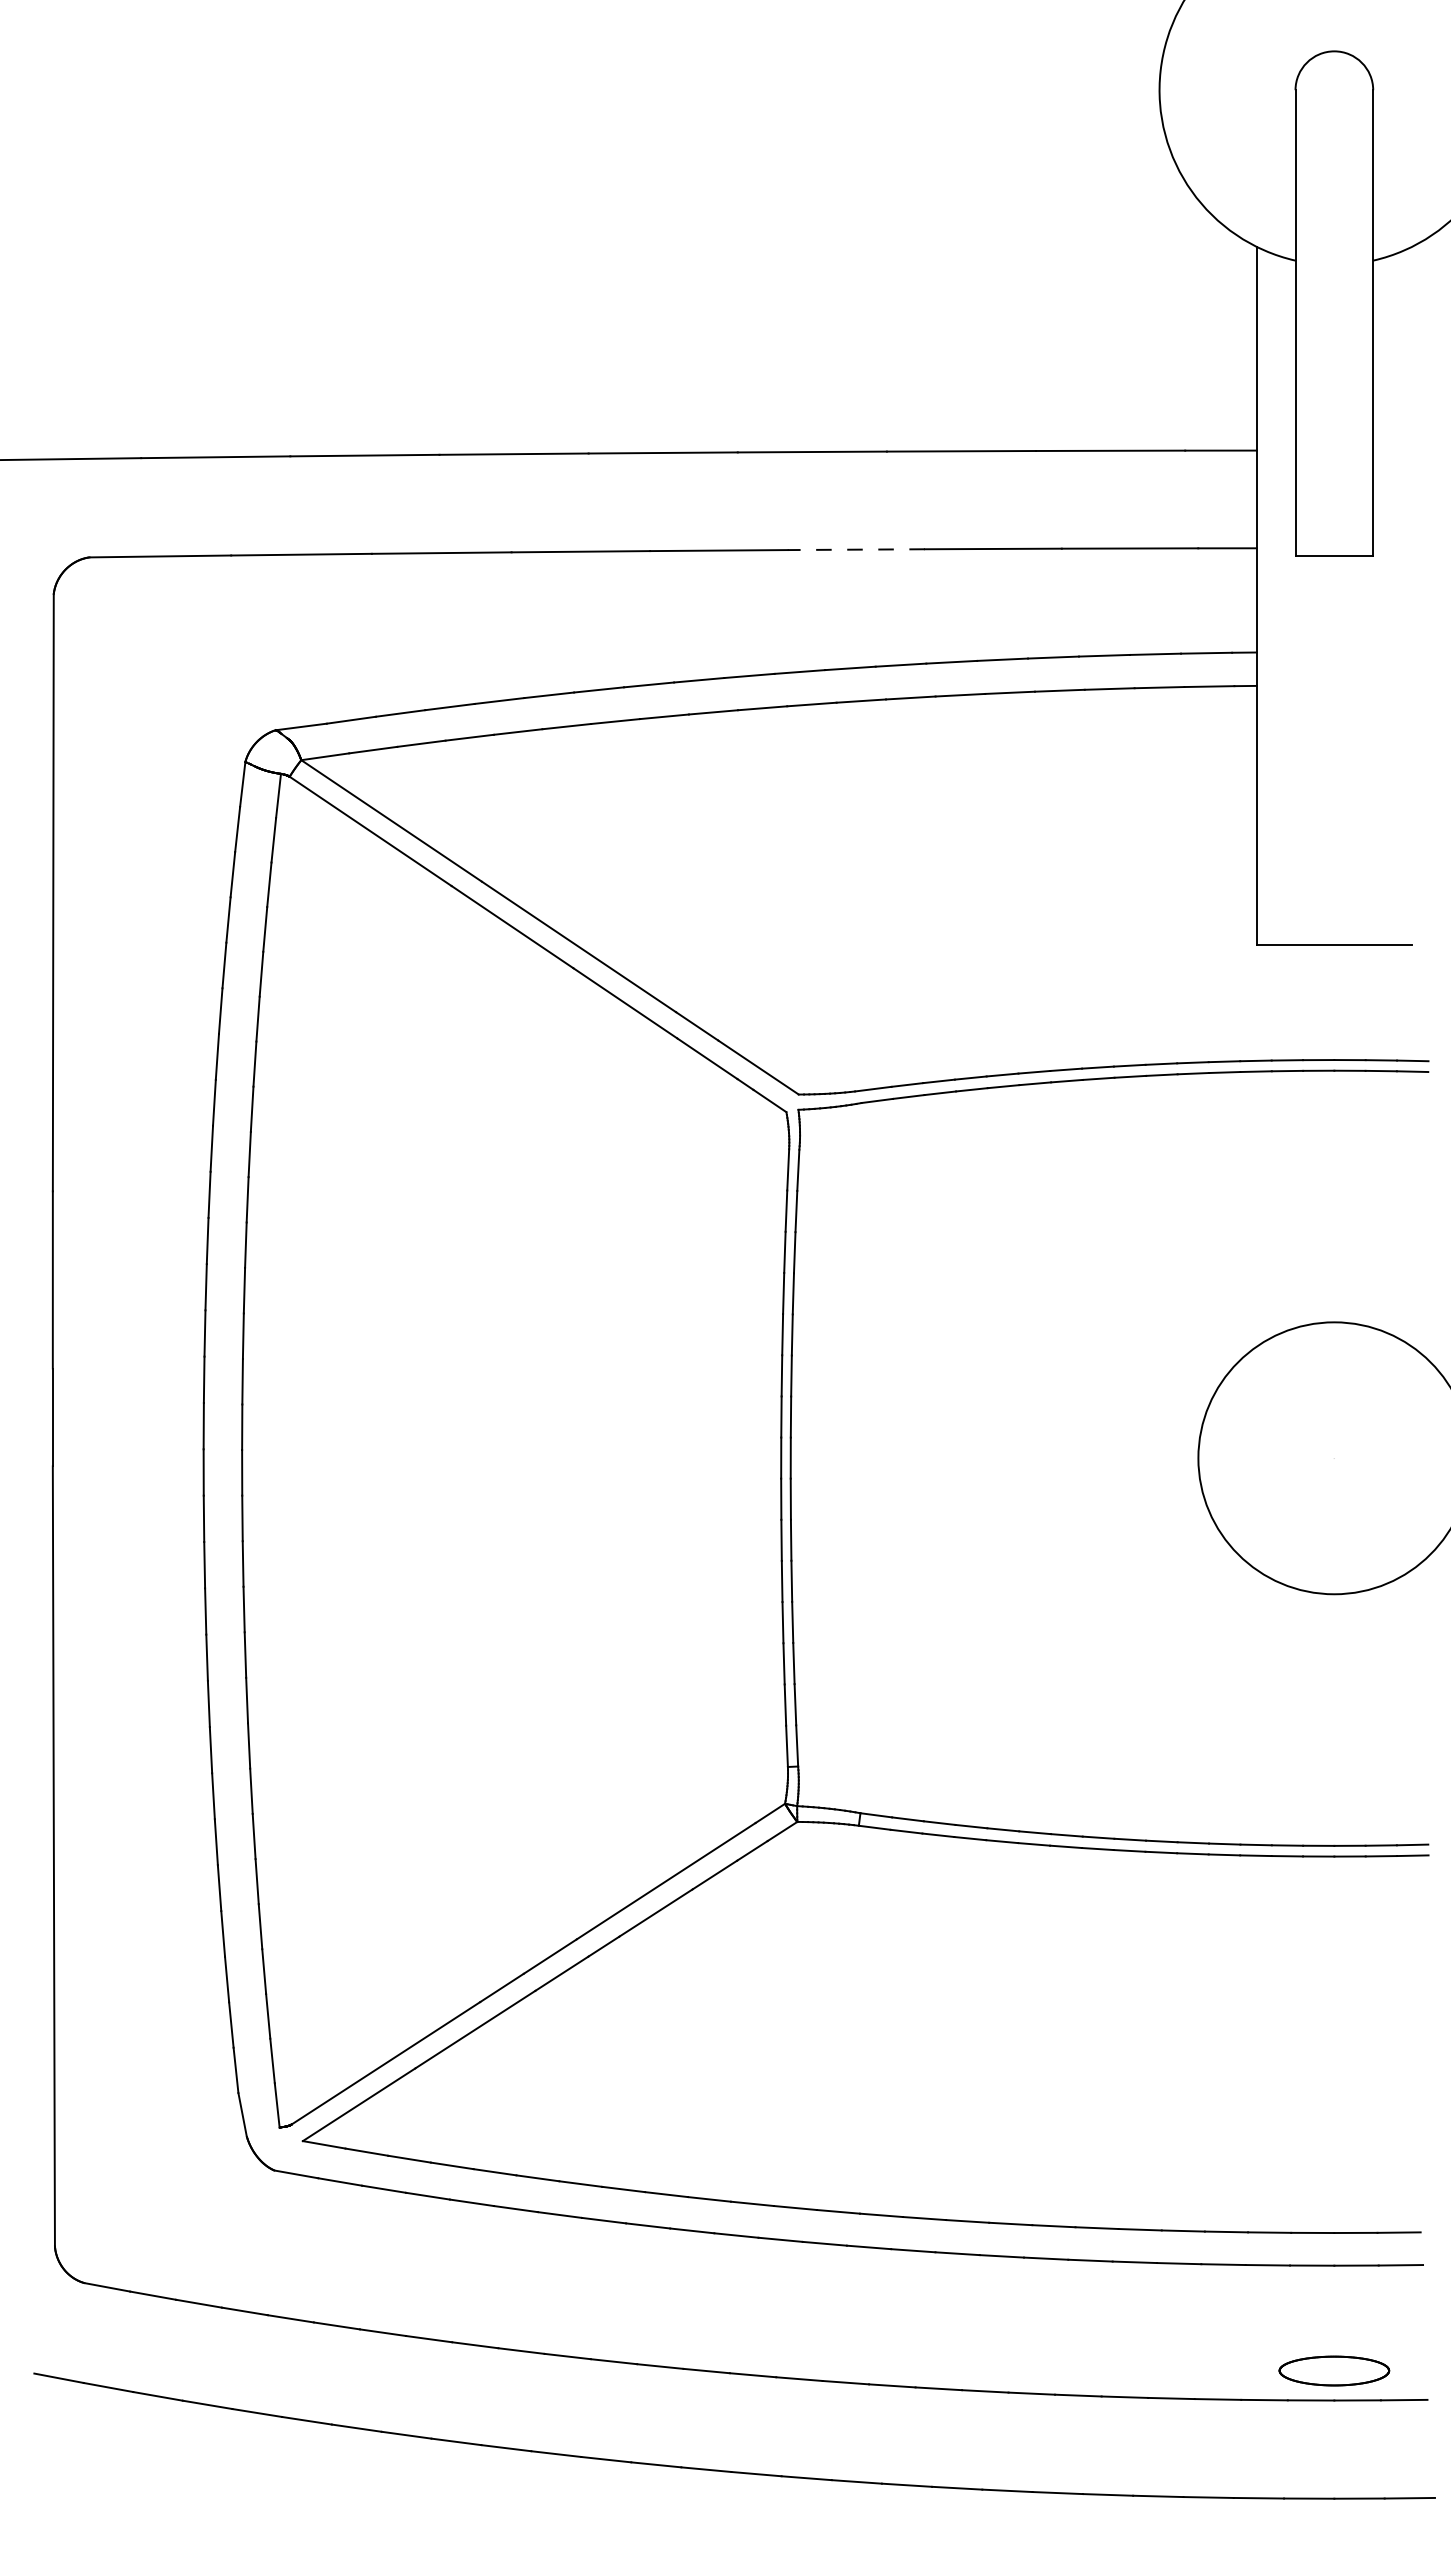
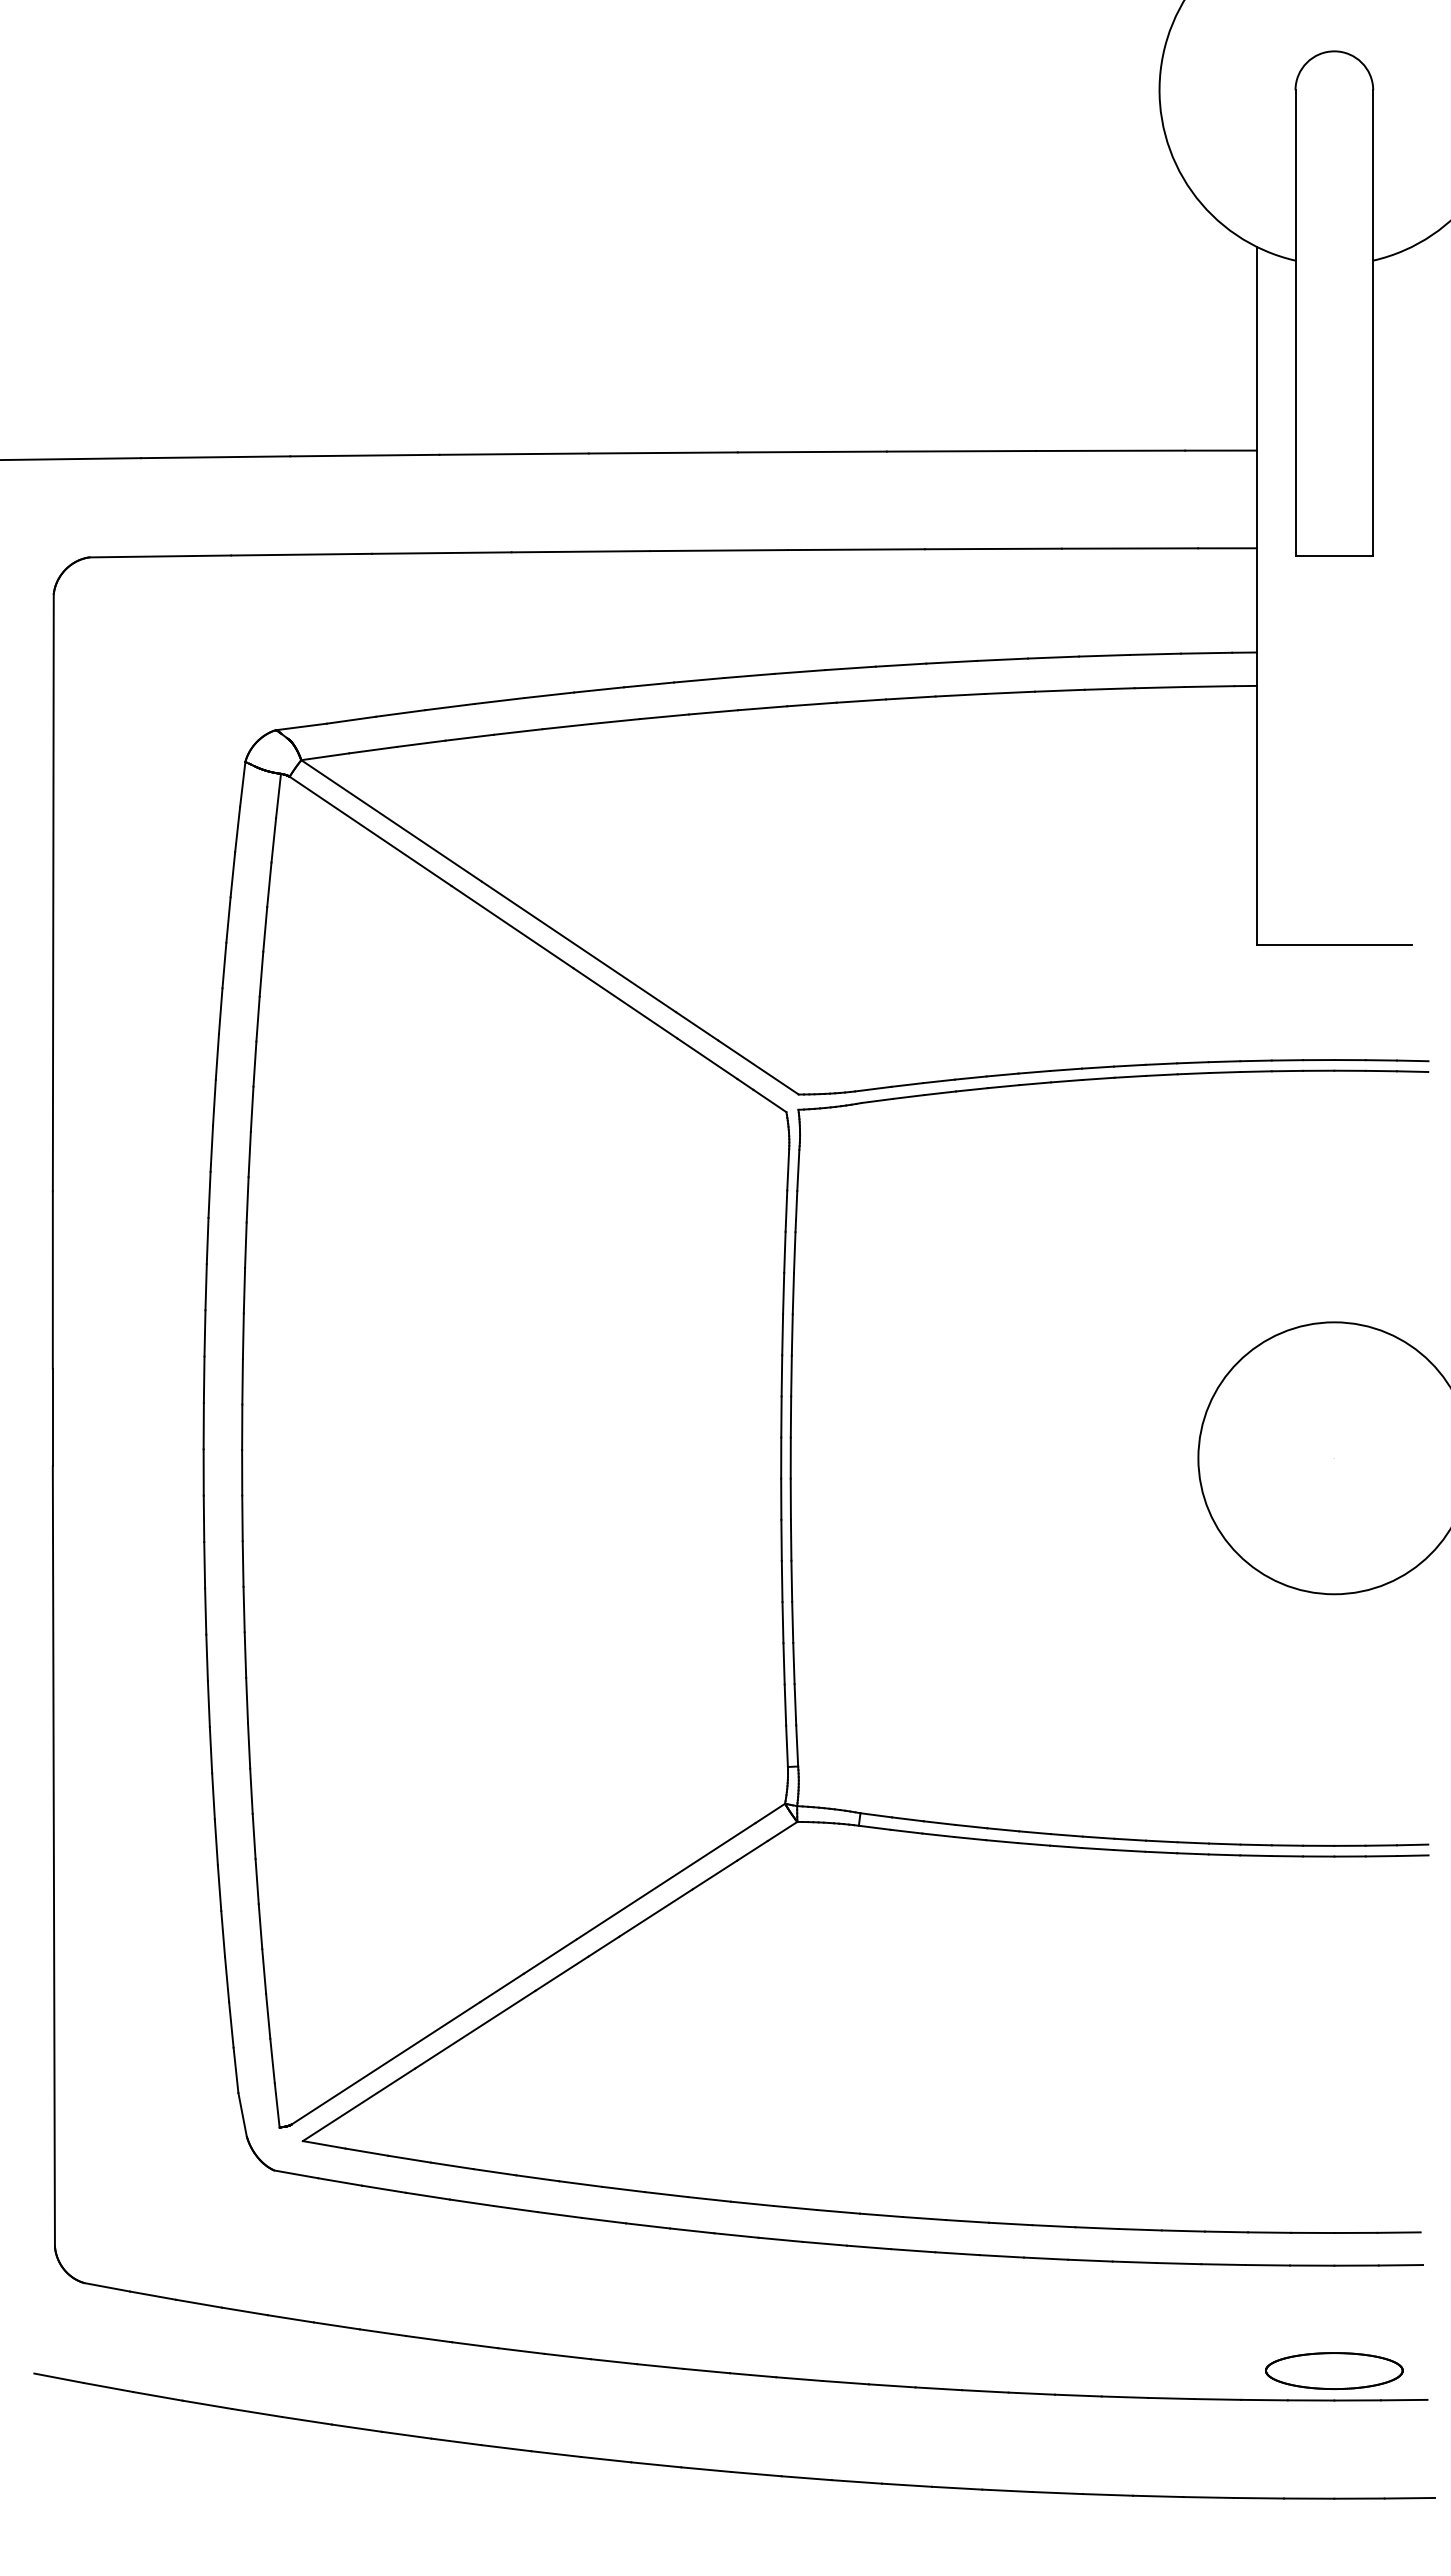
line at (856, 549): dashed -> solid
part at (1334, 2370) size: 113x32 px -> 139x38 px
